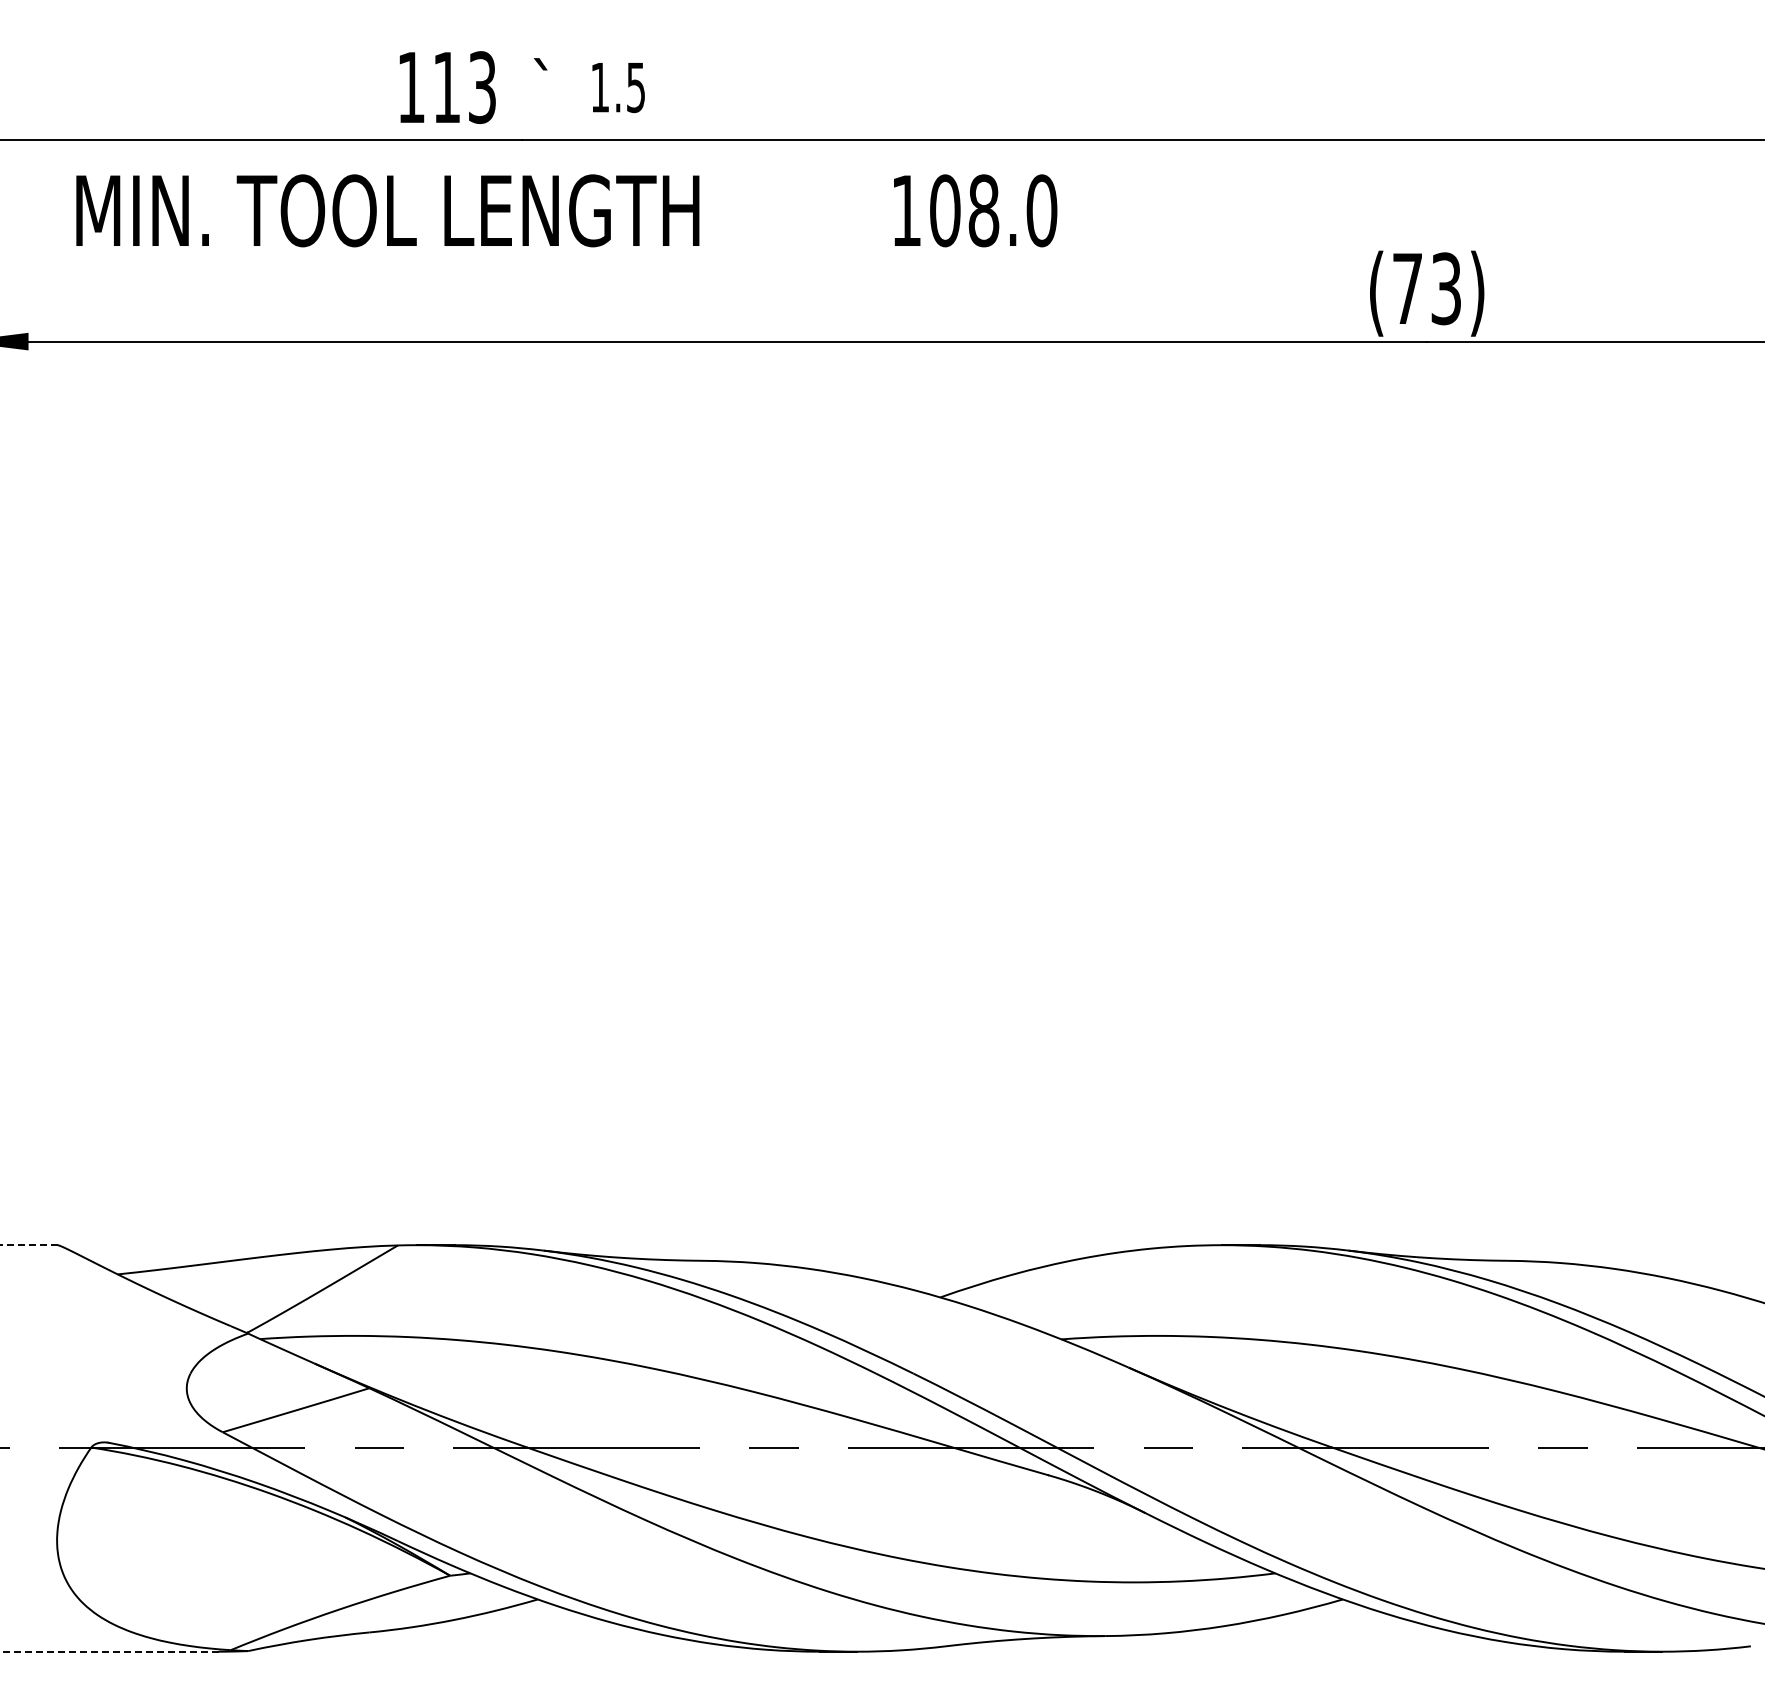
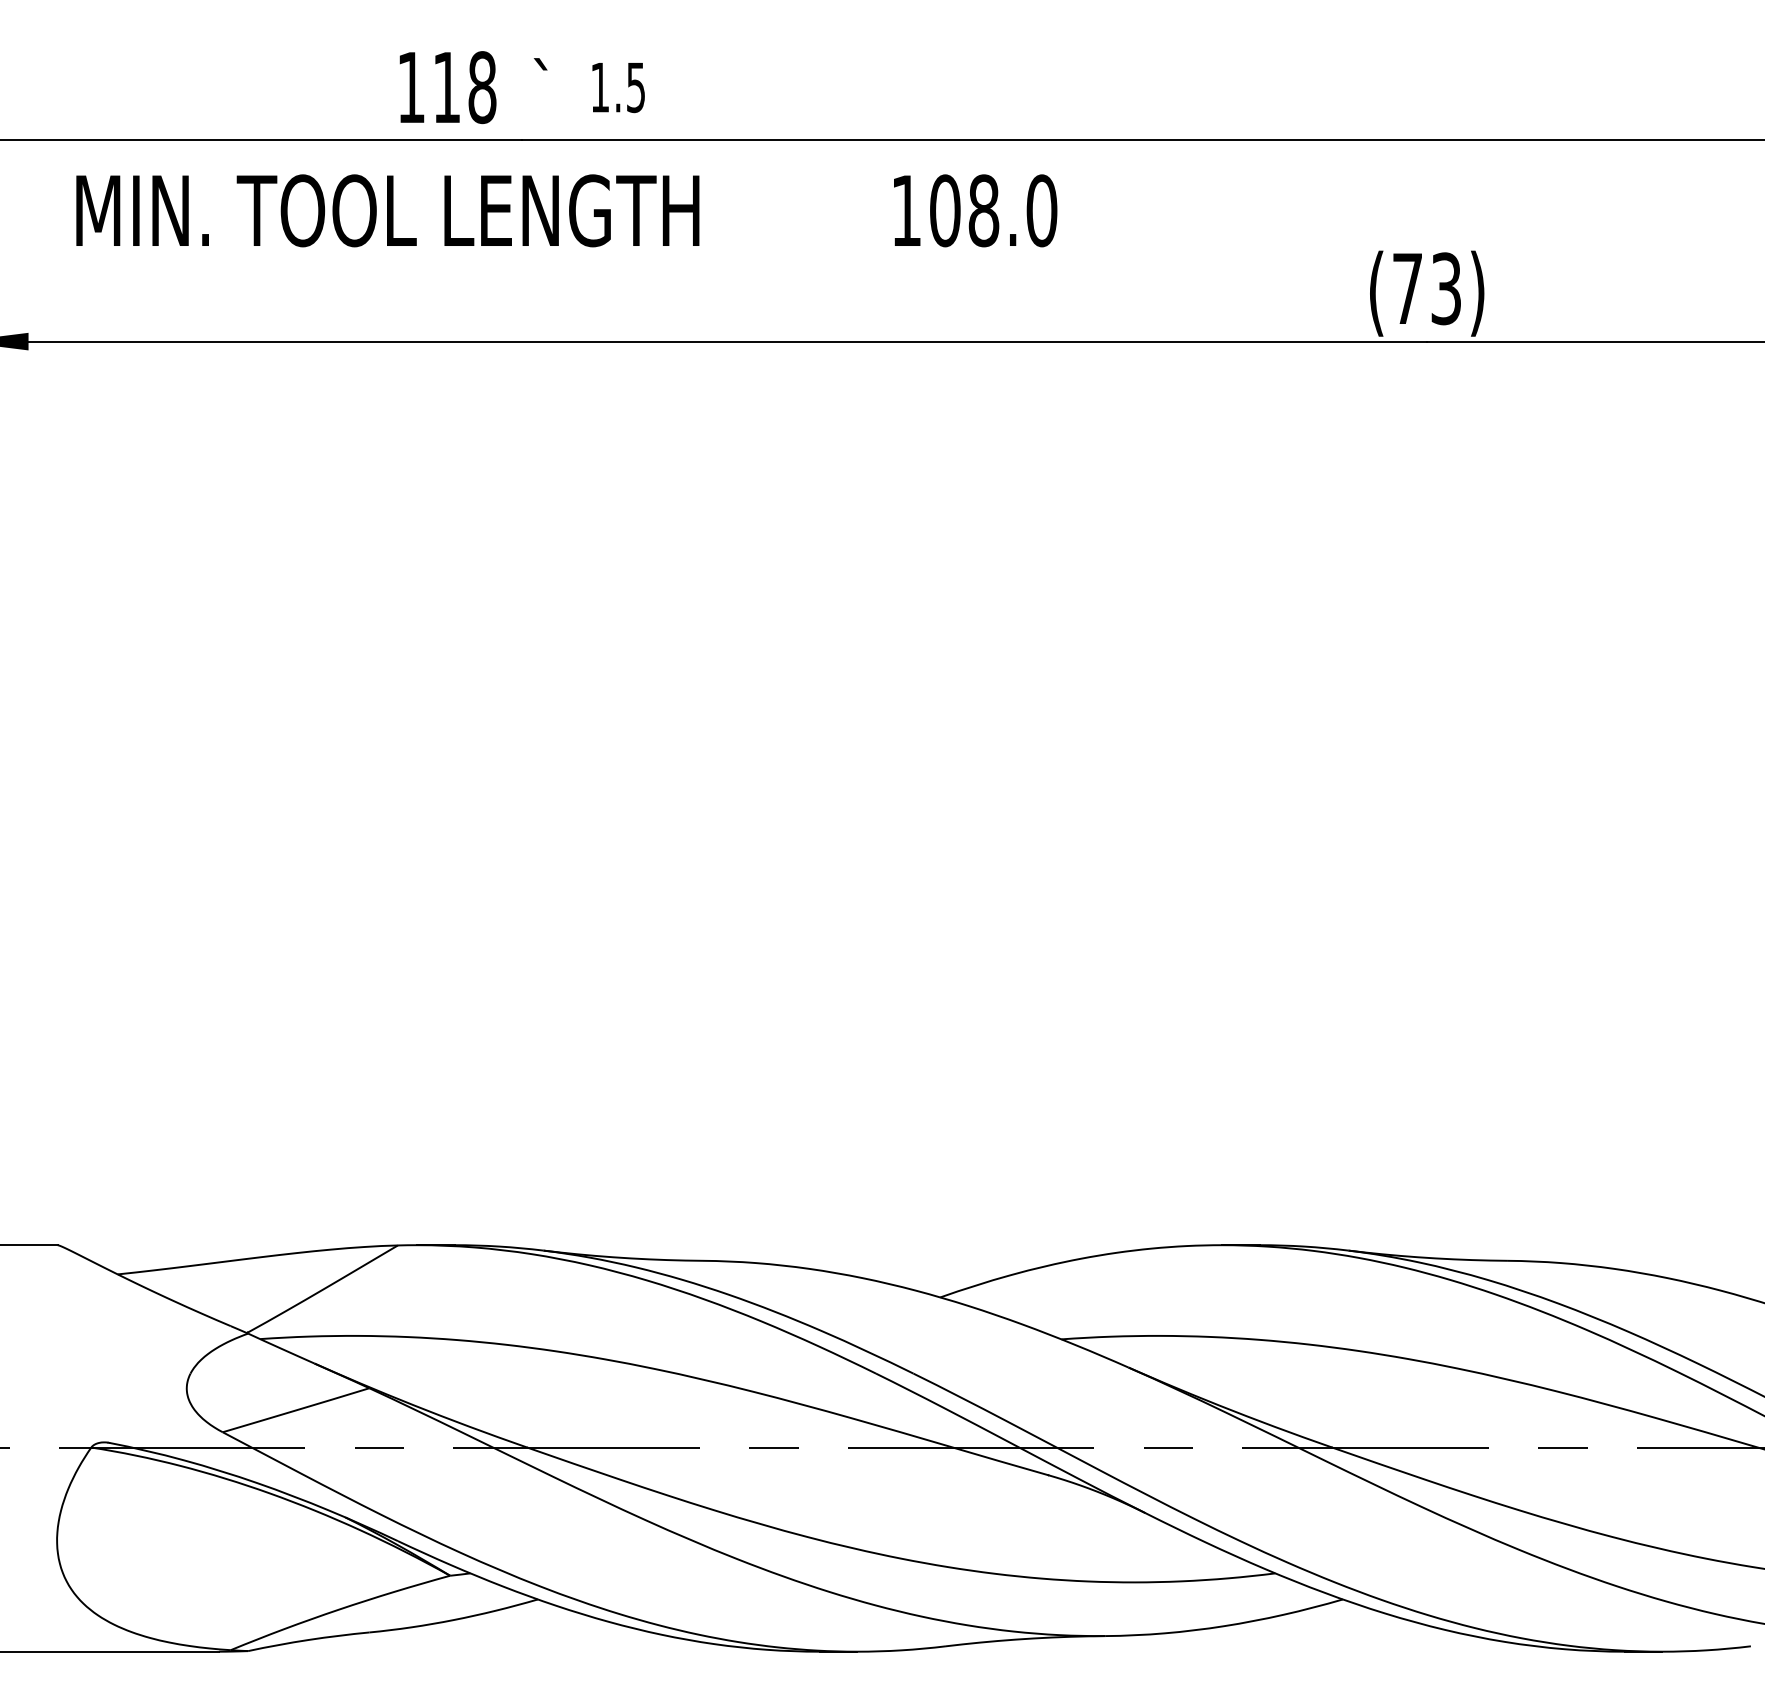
text at (482, 87): 113 -> 118
line at (28, 1245): dashed -> solid
line at (109, 1651): dashed -> solid
